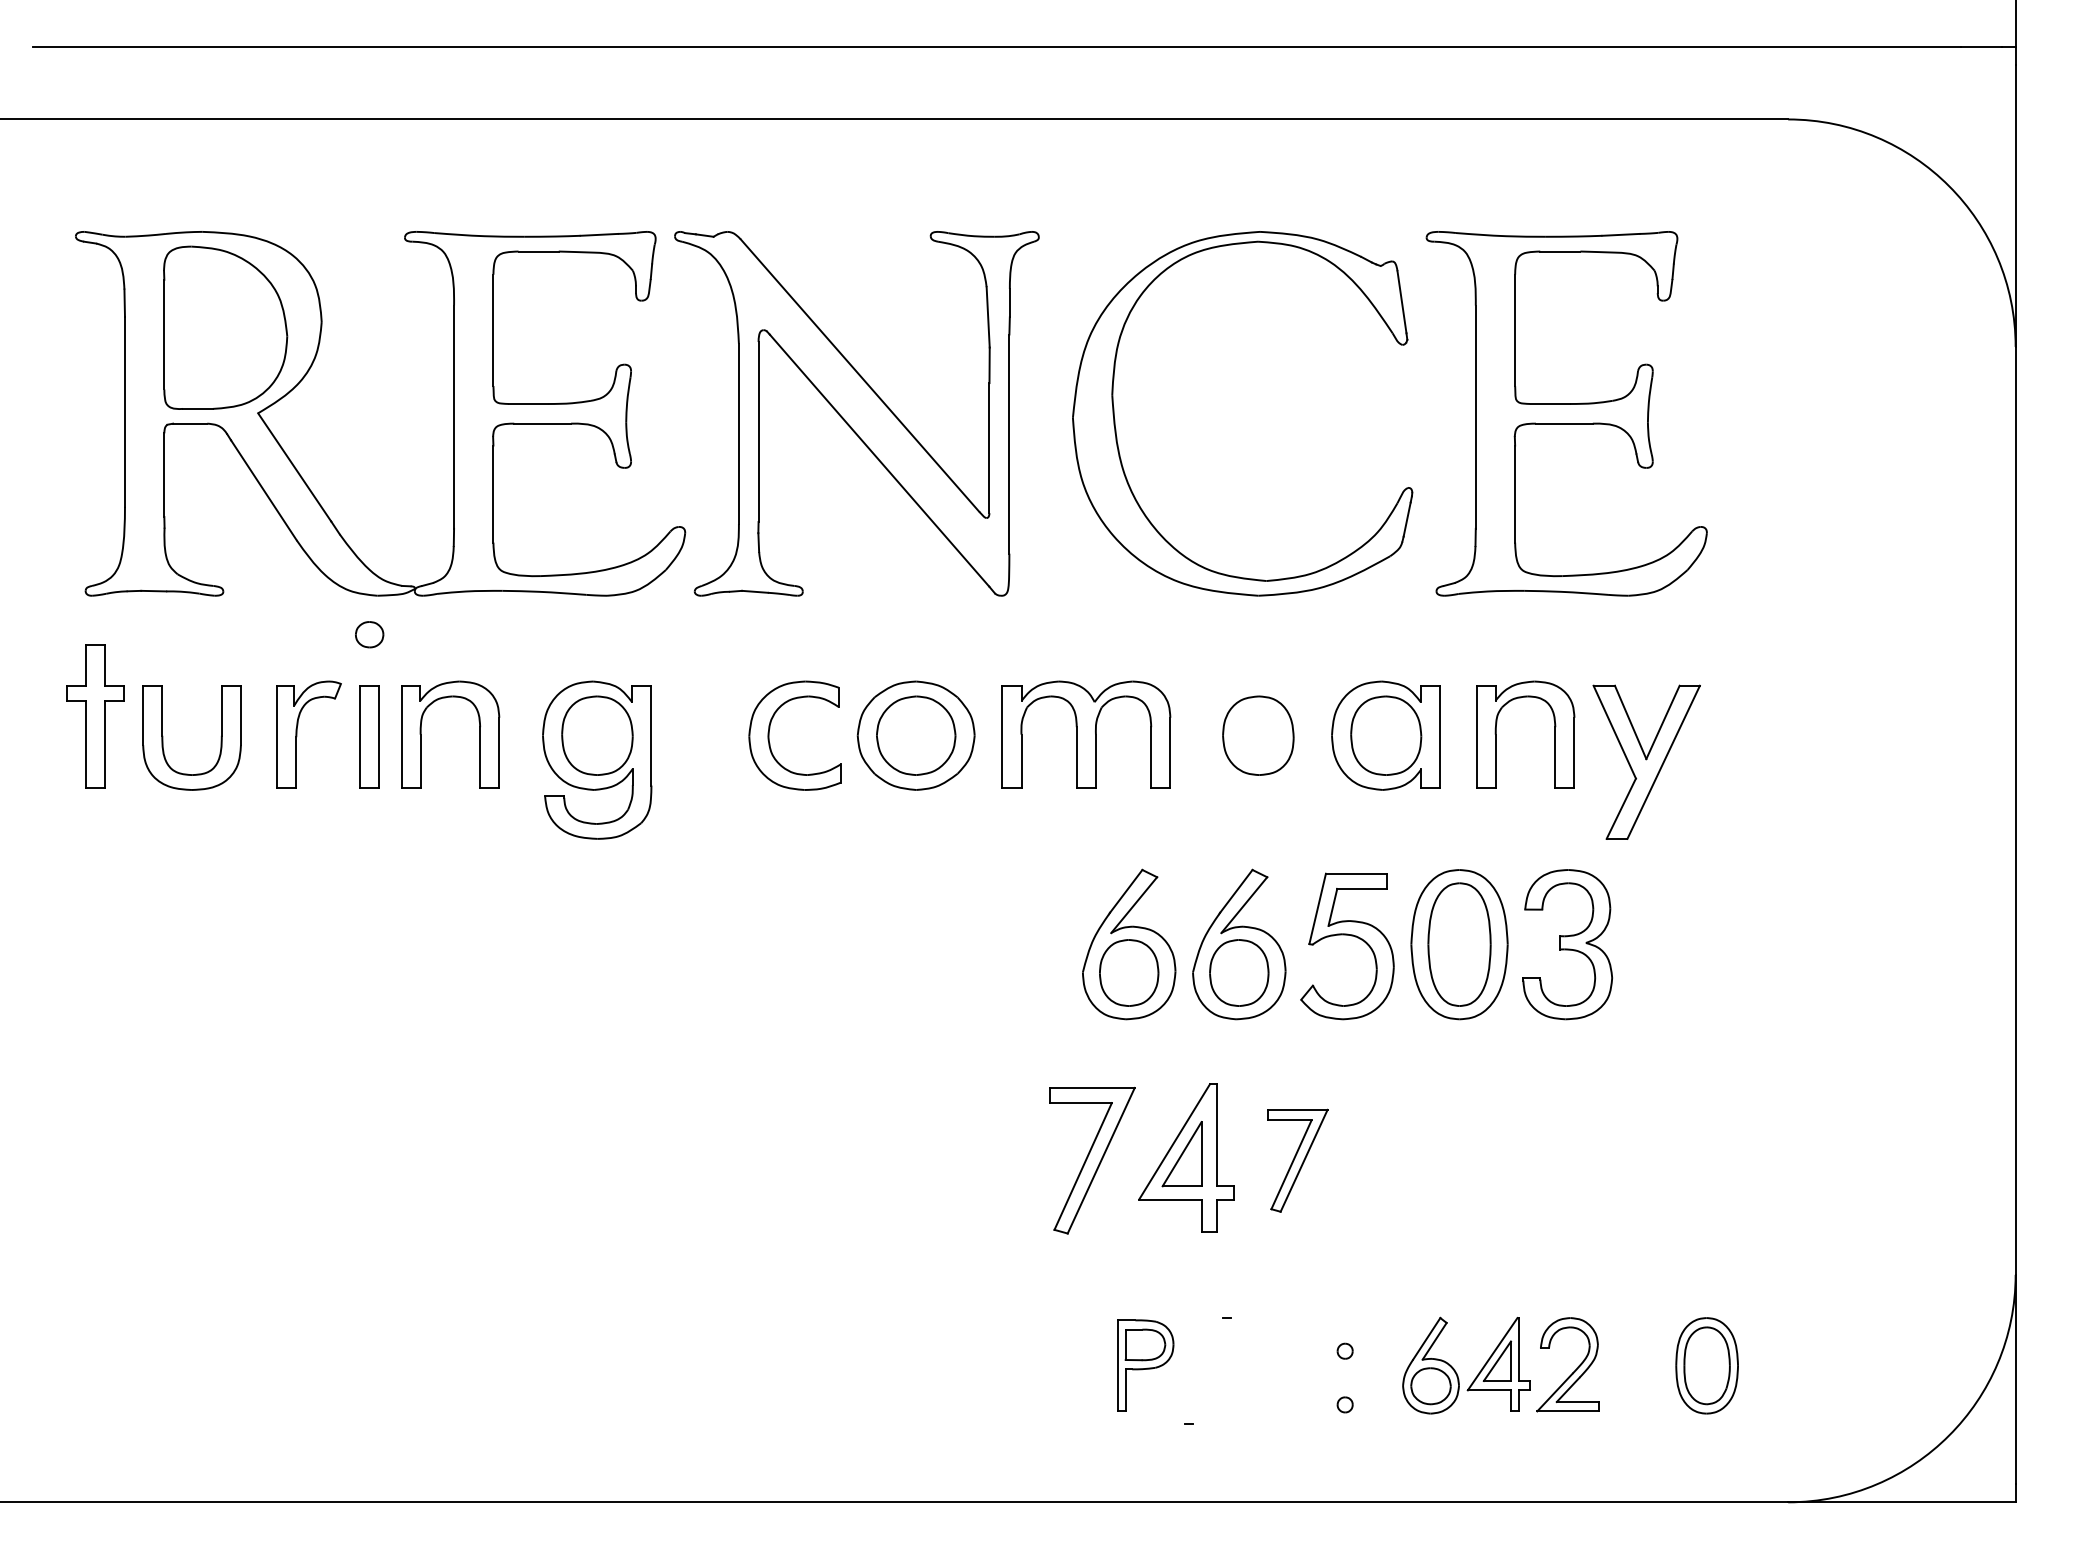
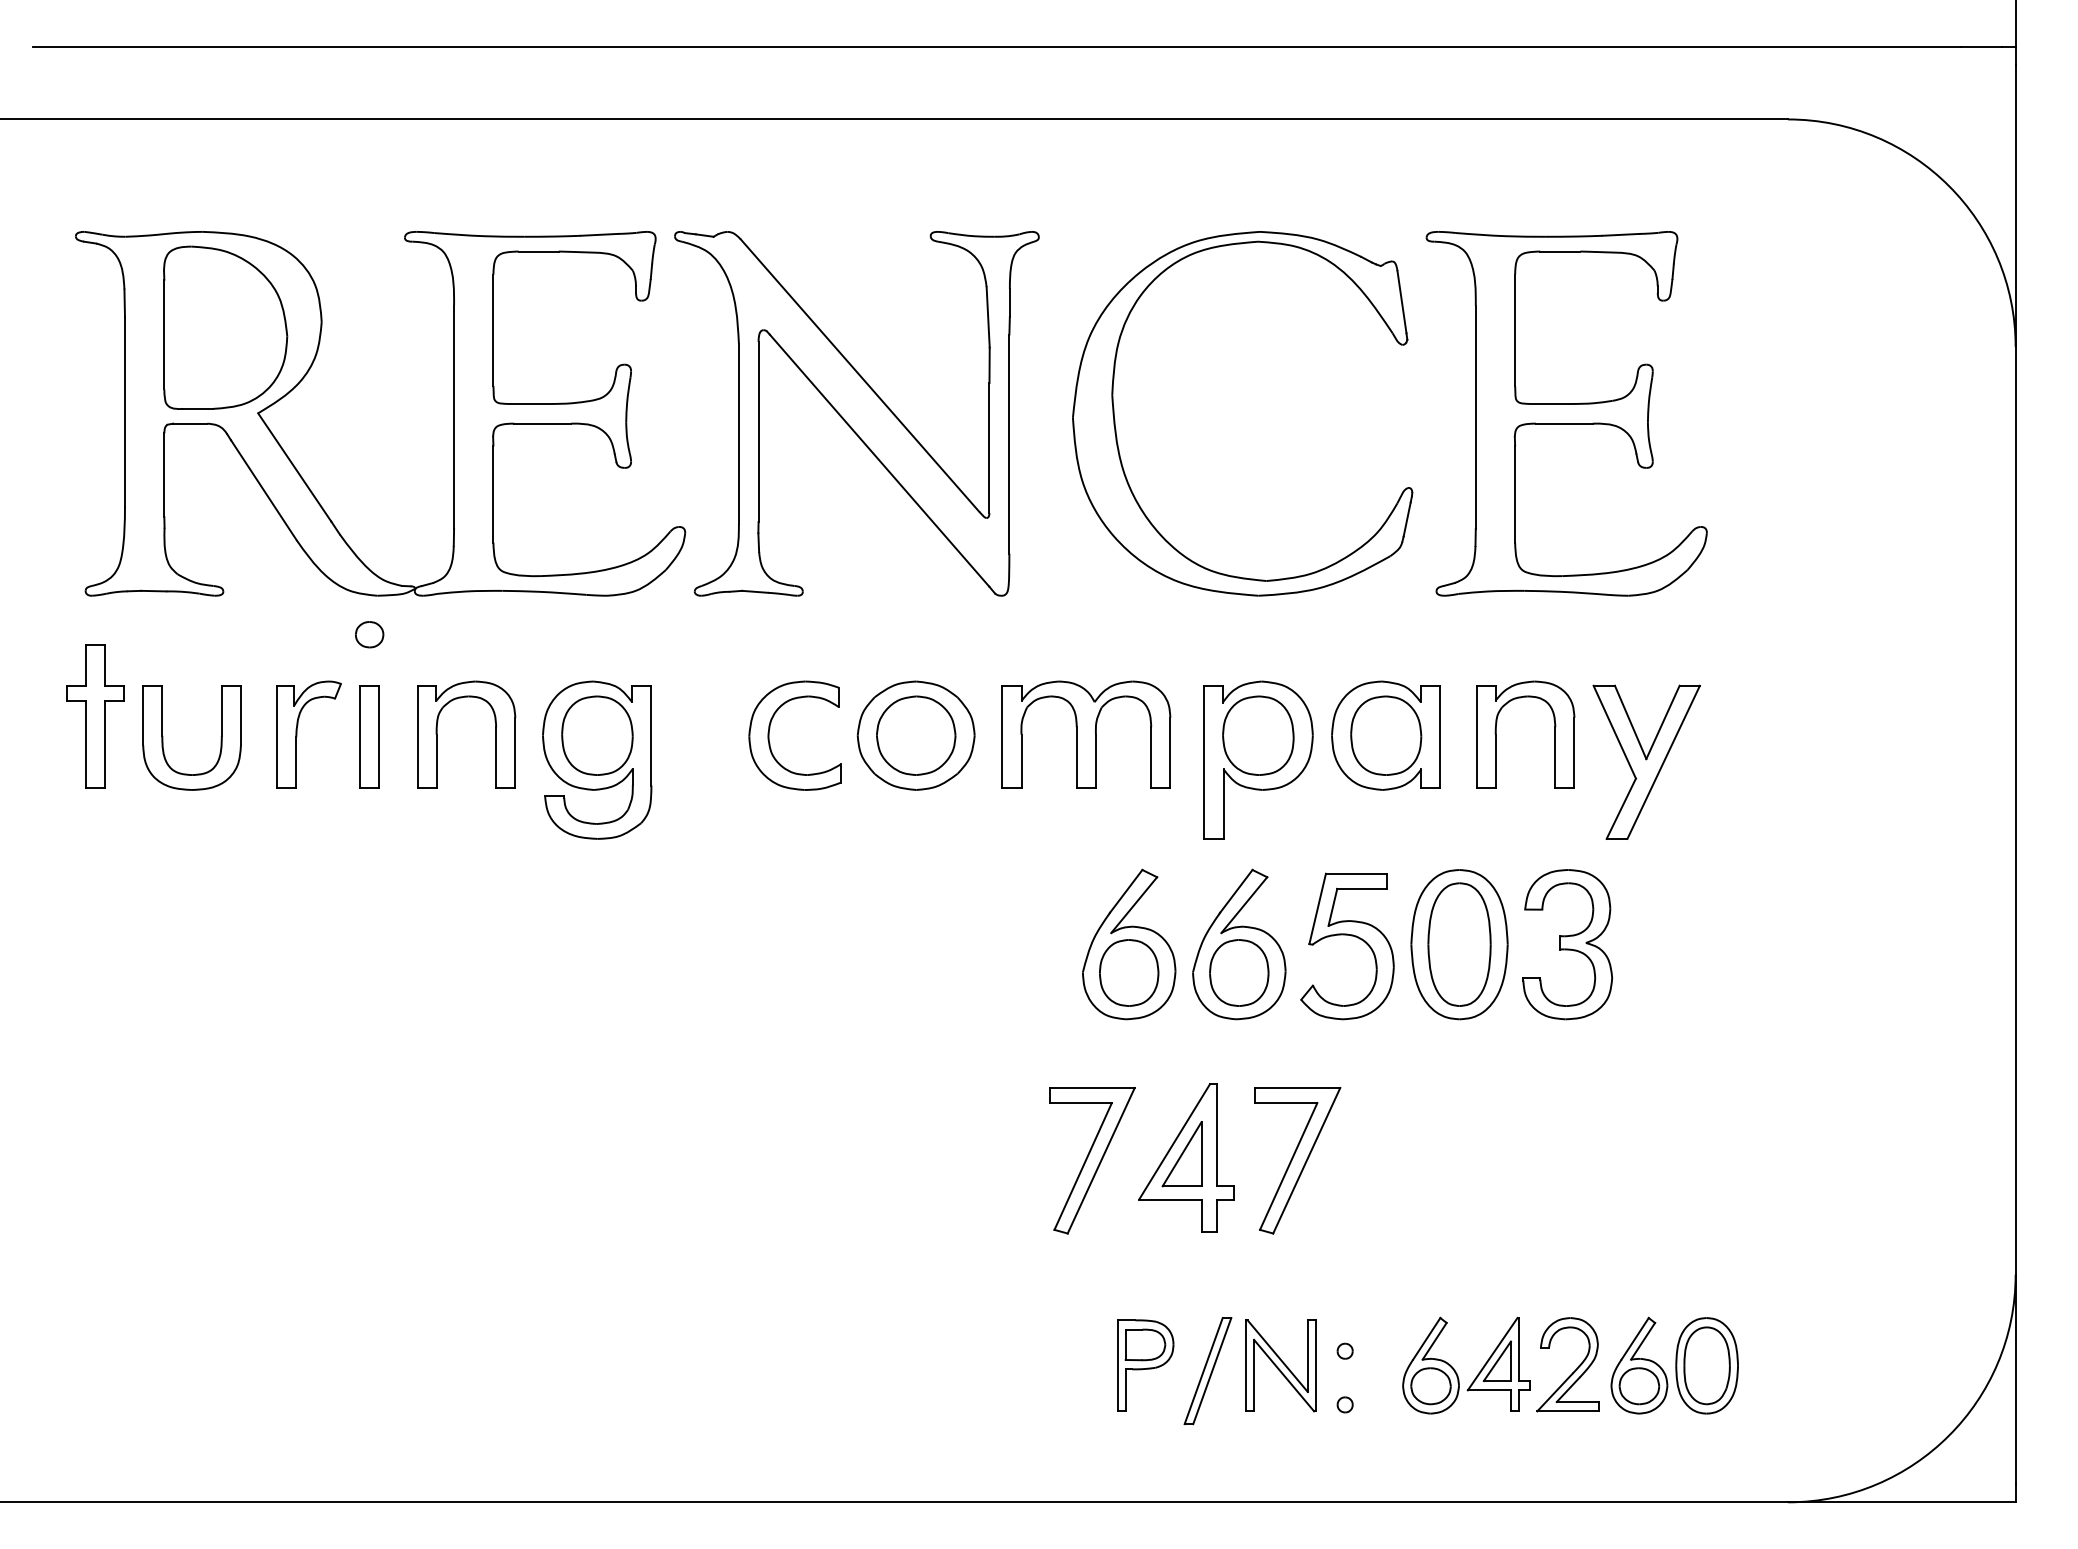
part at (421, 734) position: (421, 734) -> (437, 734)
part at (1258, 759): none -> present
part at (1297, 1160) size: 62x105 px -> 88x148 px
part at (1280, 1365): none -> present
part at (1639, 1365): none -> present
line at (1203, 1371): none -> present
line at (1212, 1371): none -> present
